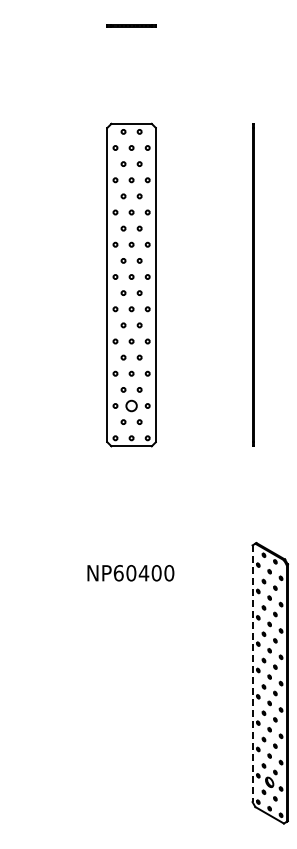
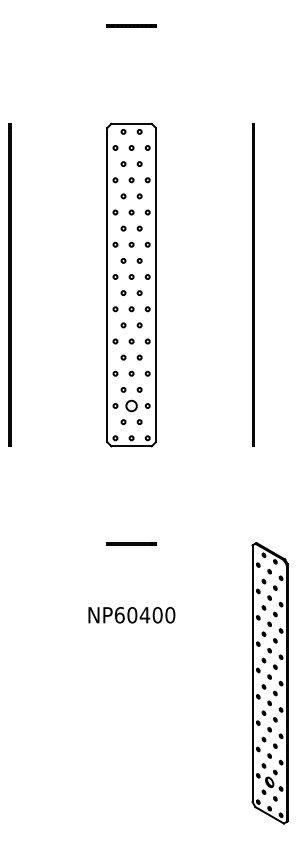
line at (9, 284): none -> present
line at (131, 543): none -> present
text at (130, 573) position: (130, 573) -> (131, 615)
line at (252, 674): dashed -> solid
